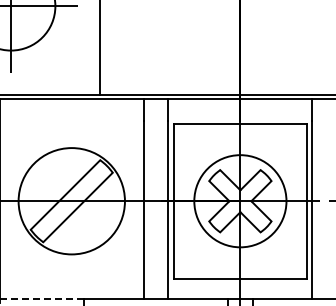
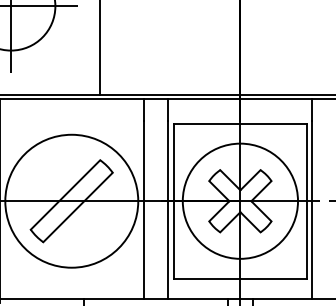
circle at (71, 201) diameter: 106 px -> 133 px
circle at (240, 201) diameter: 92 px -> 115 px
line at (42, 298): dashed -> solid
